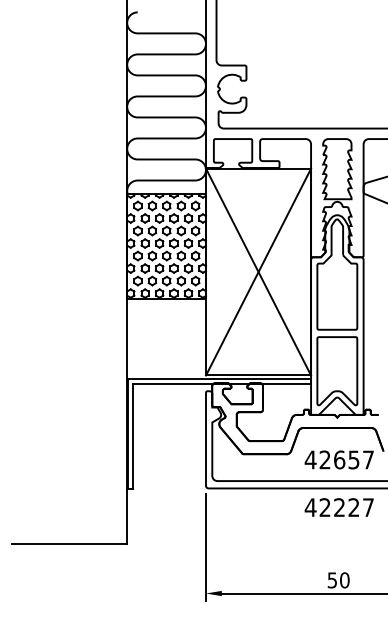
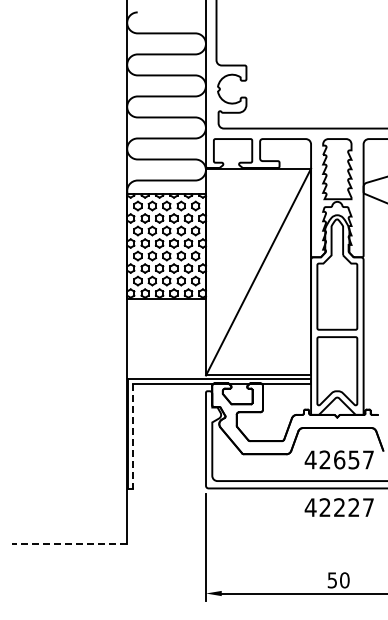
line at (258, 271): present -> none
line at (132, 436): solid -> dashed
line at (69, 544): solid -> dashed
